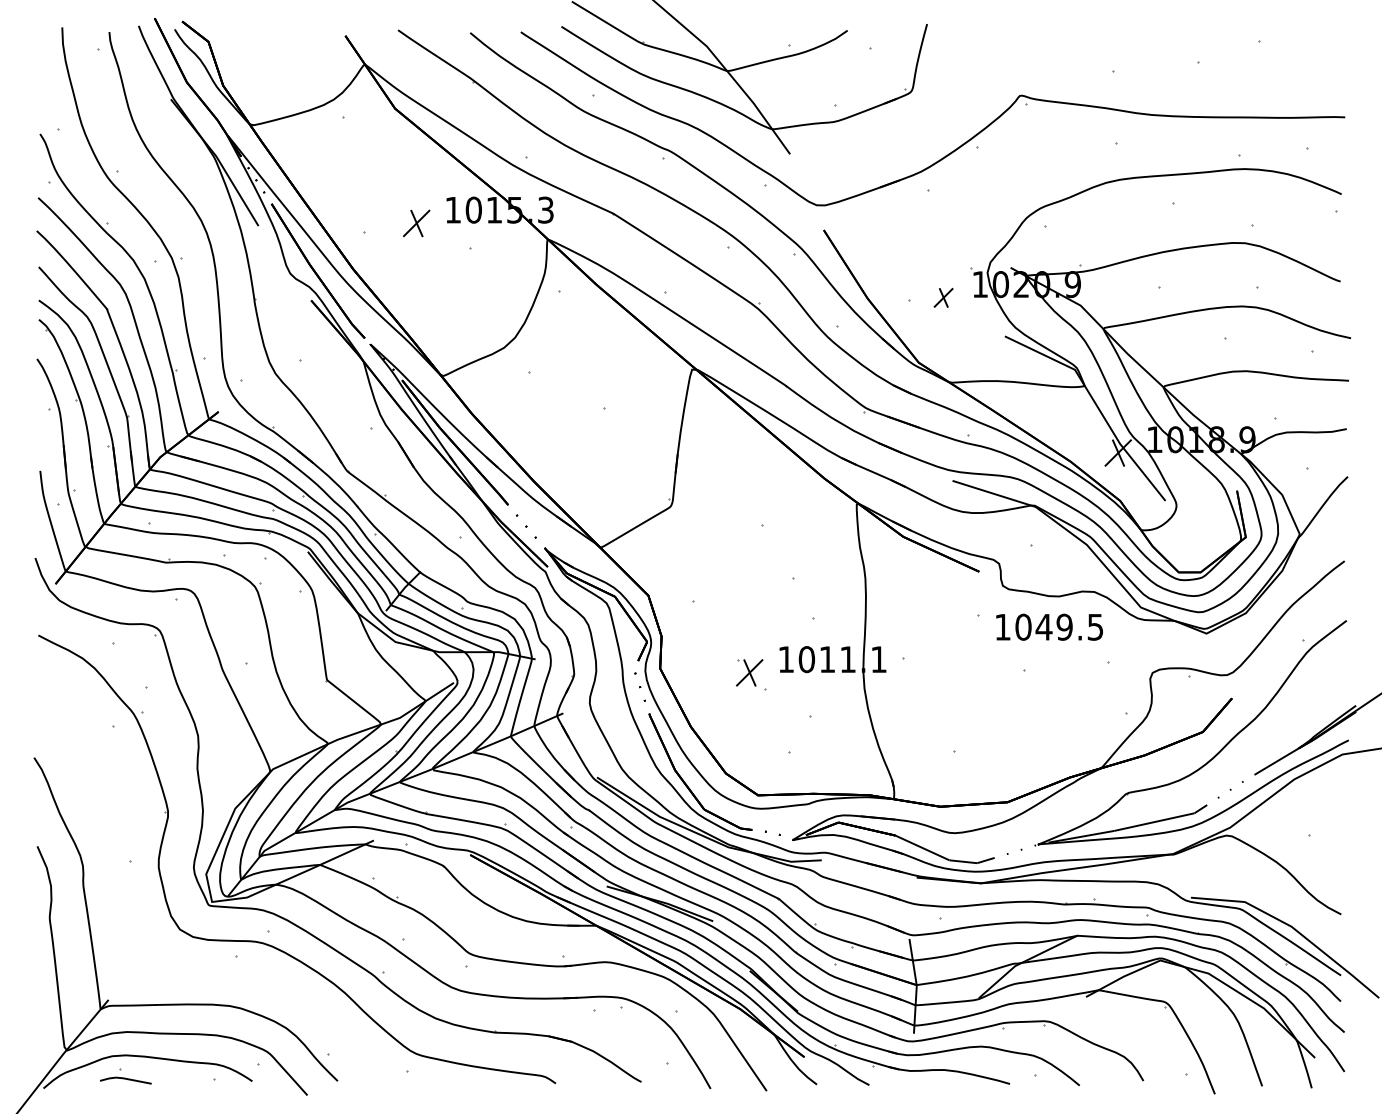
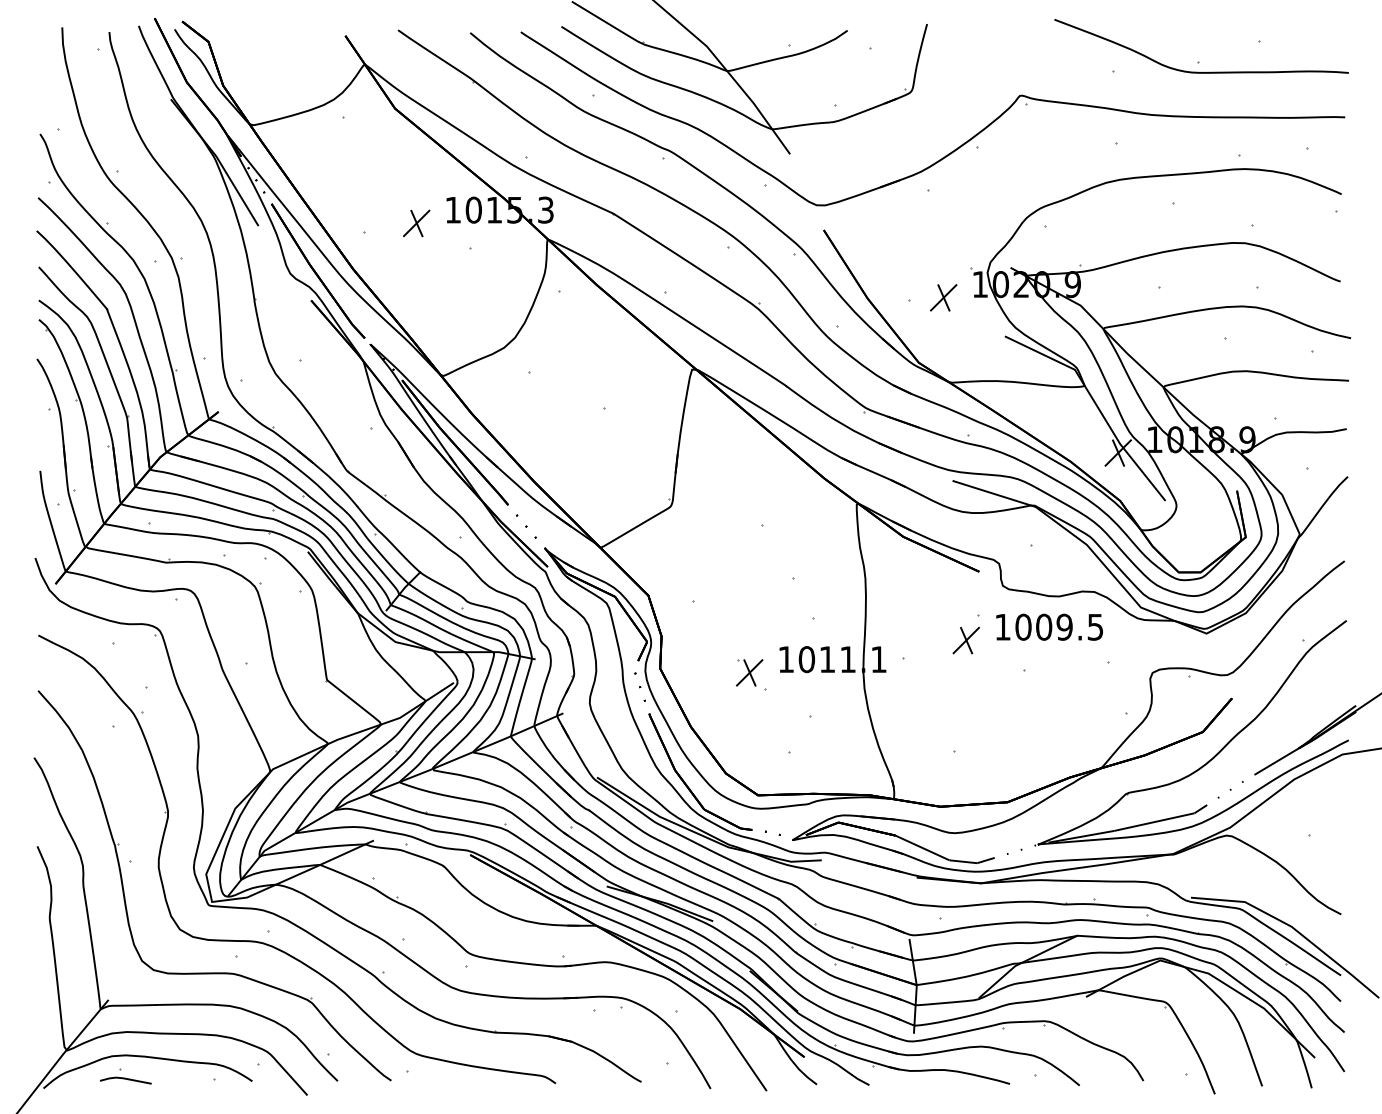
curve at (1197, 71): none -> present
part at (943, 297) size: 21x20 px -> 29x28 px
text at (1043, 626): 1049.5 -> 1009.5
part at (965, 640): none -> present
part at (214, 972): none -> present
